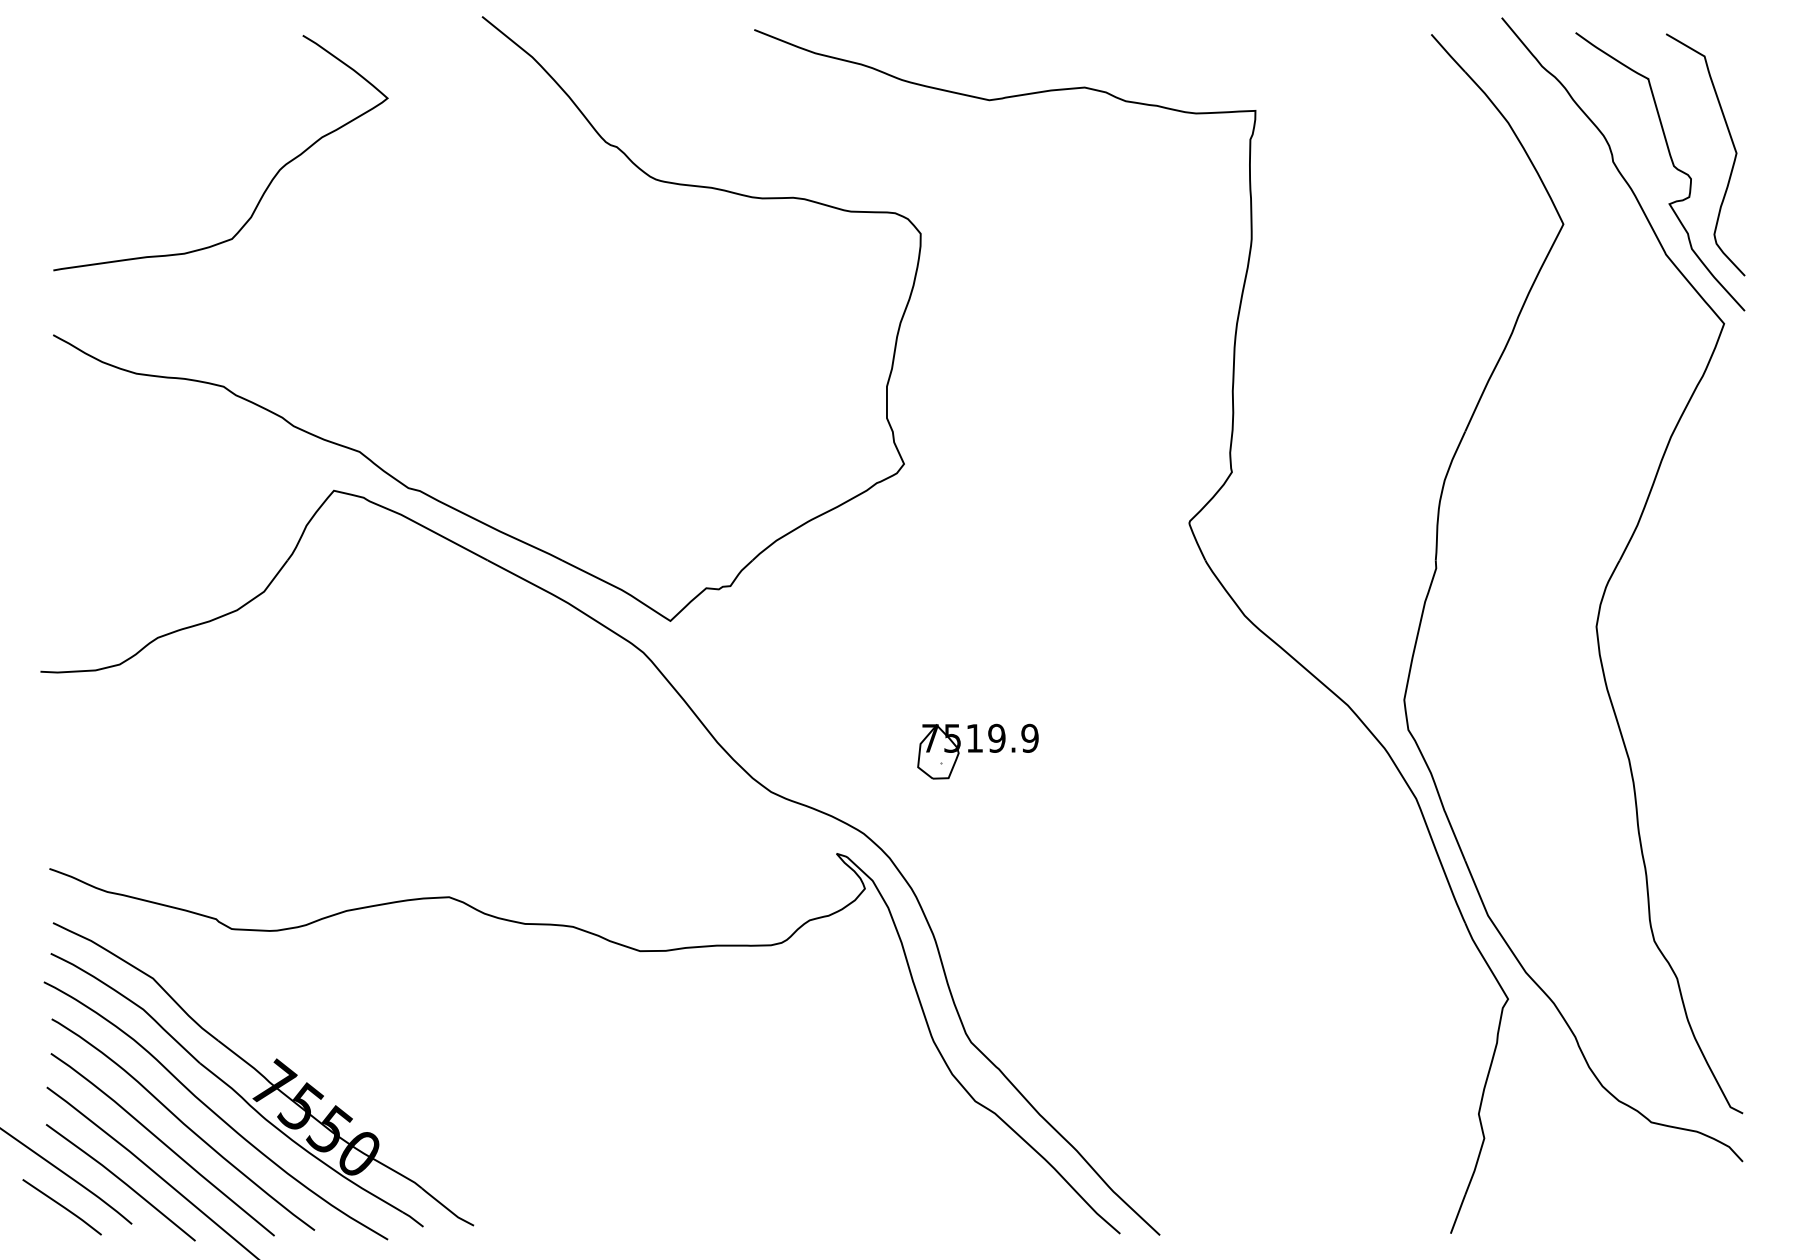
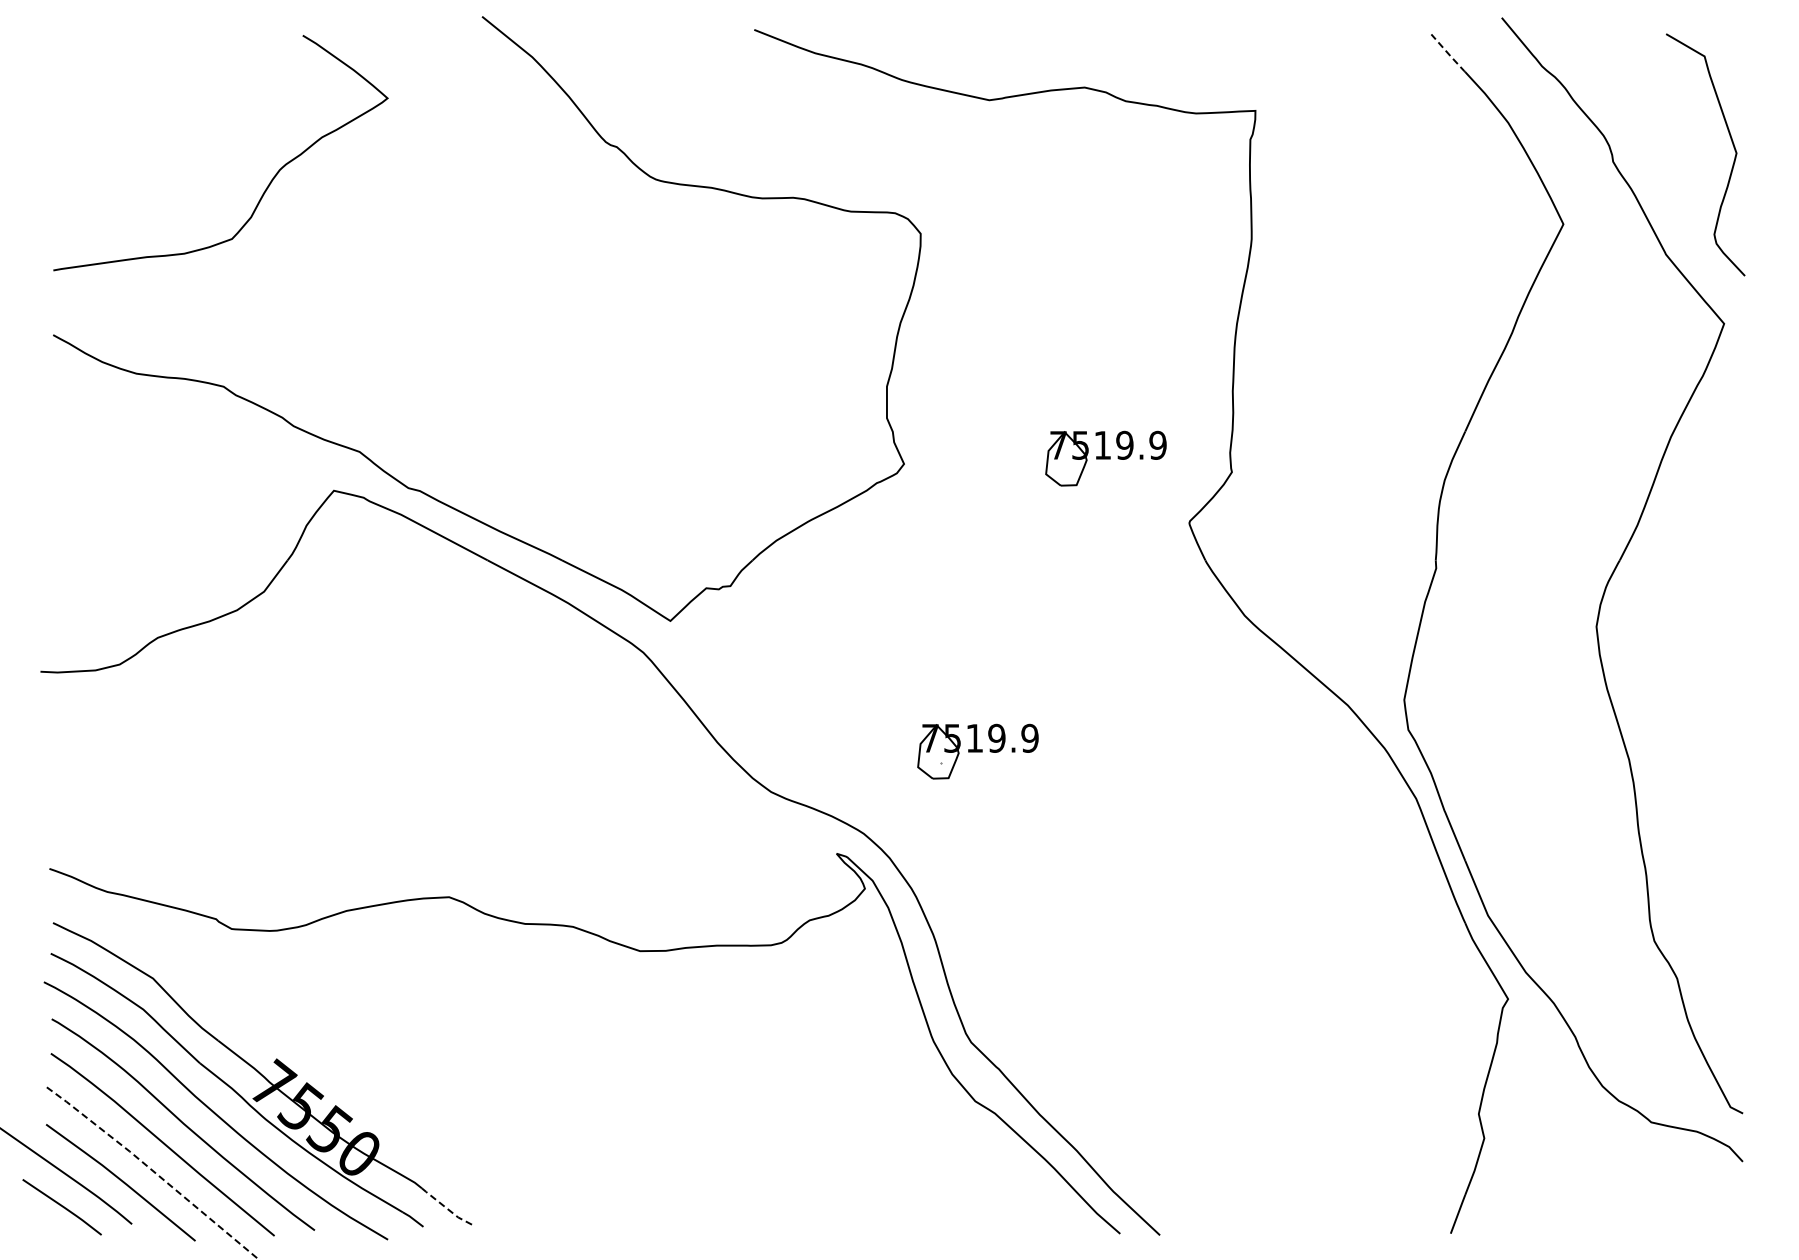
line at (1448, 54): solid -> dashed
curve at (1672, 165): present -> none
part at (1105, 458): none -> present
line at (153, 1171): solid -> dashed
line at (446, 1208): solid -> dashed
